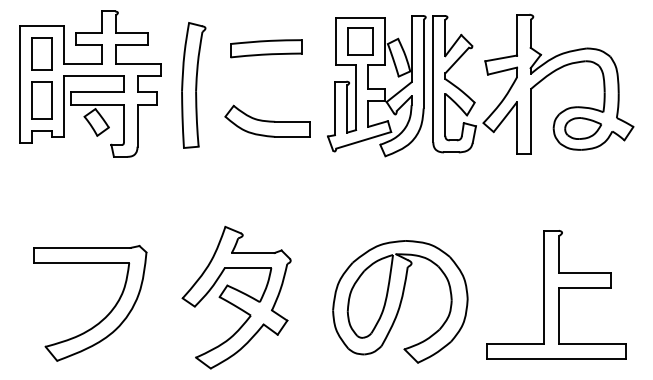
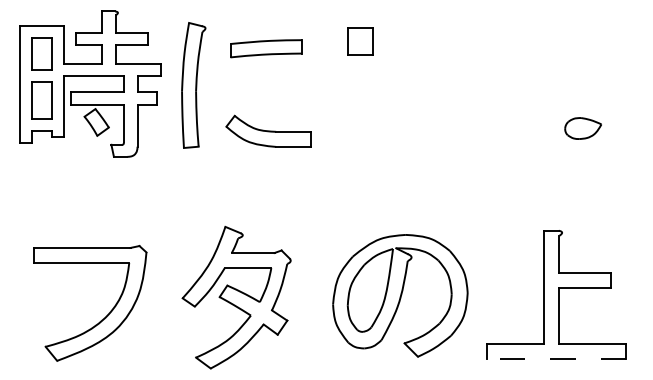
part at (487, 75): present -> none
part at (267, 120) position: (267, 120) -> (268, 130)
part at (400, 301) position: (400, 301) -> (400, 295)
line at (556, 358): solid -> dashed
